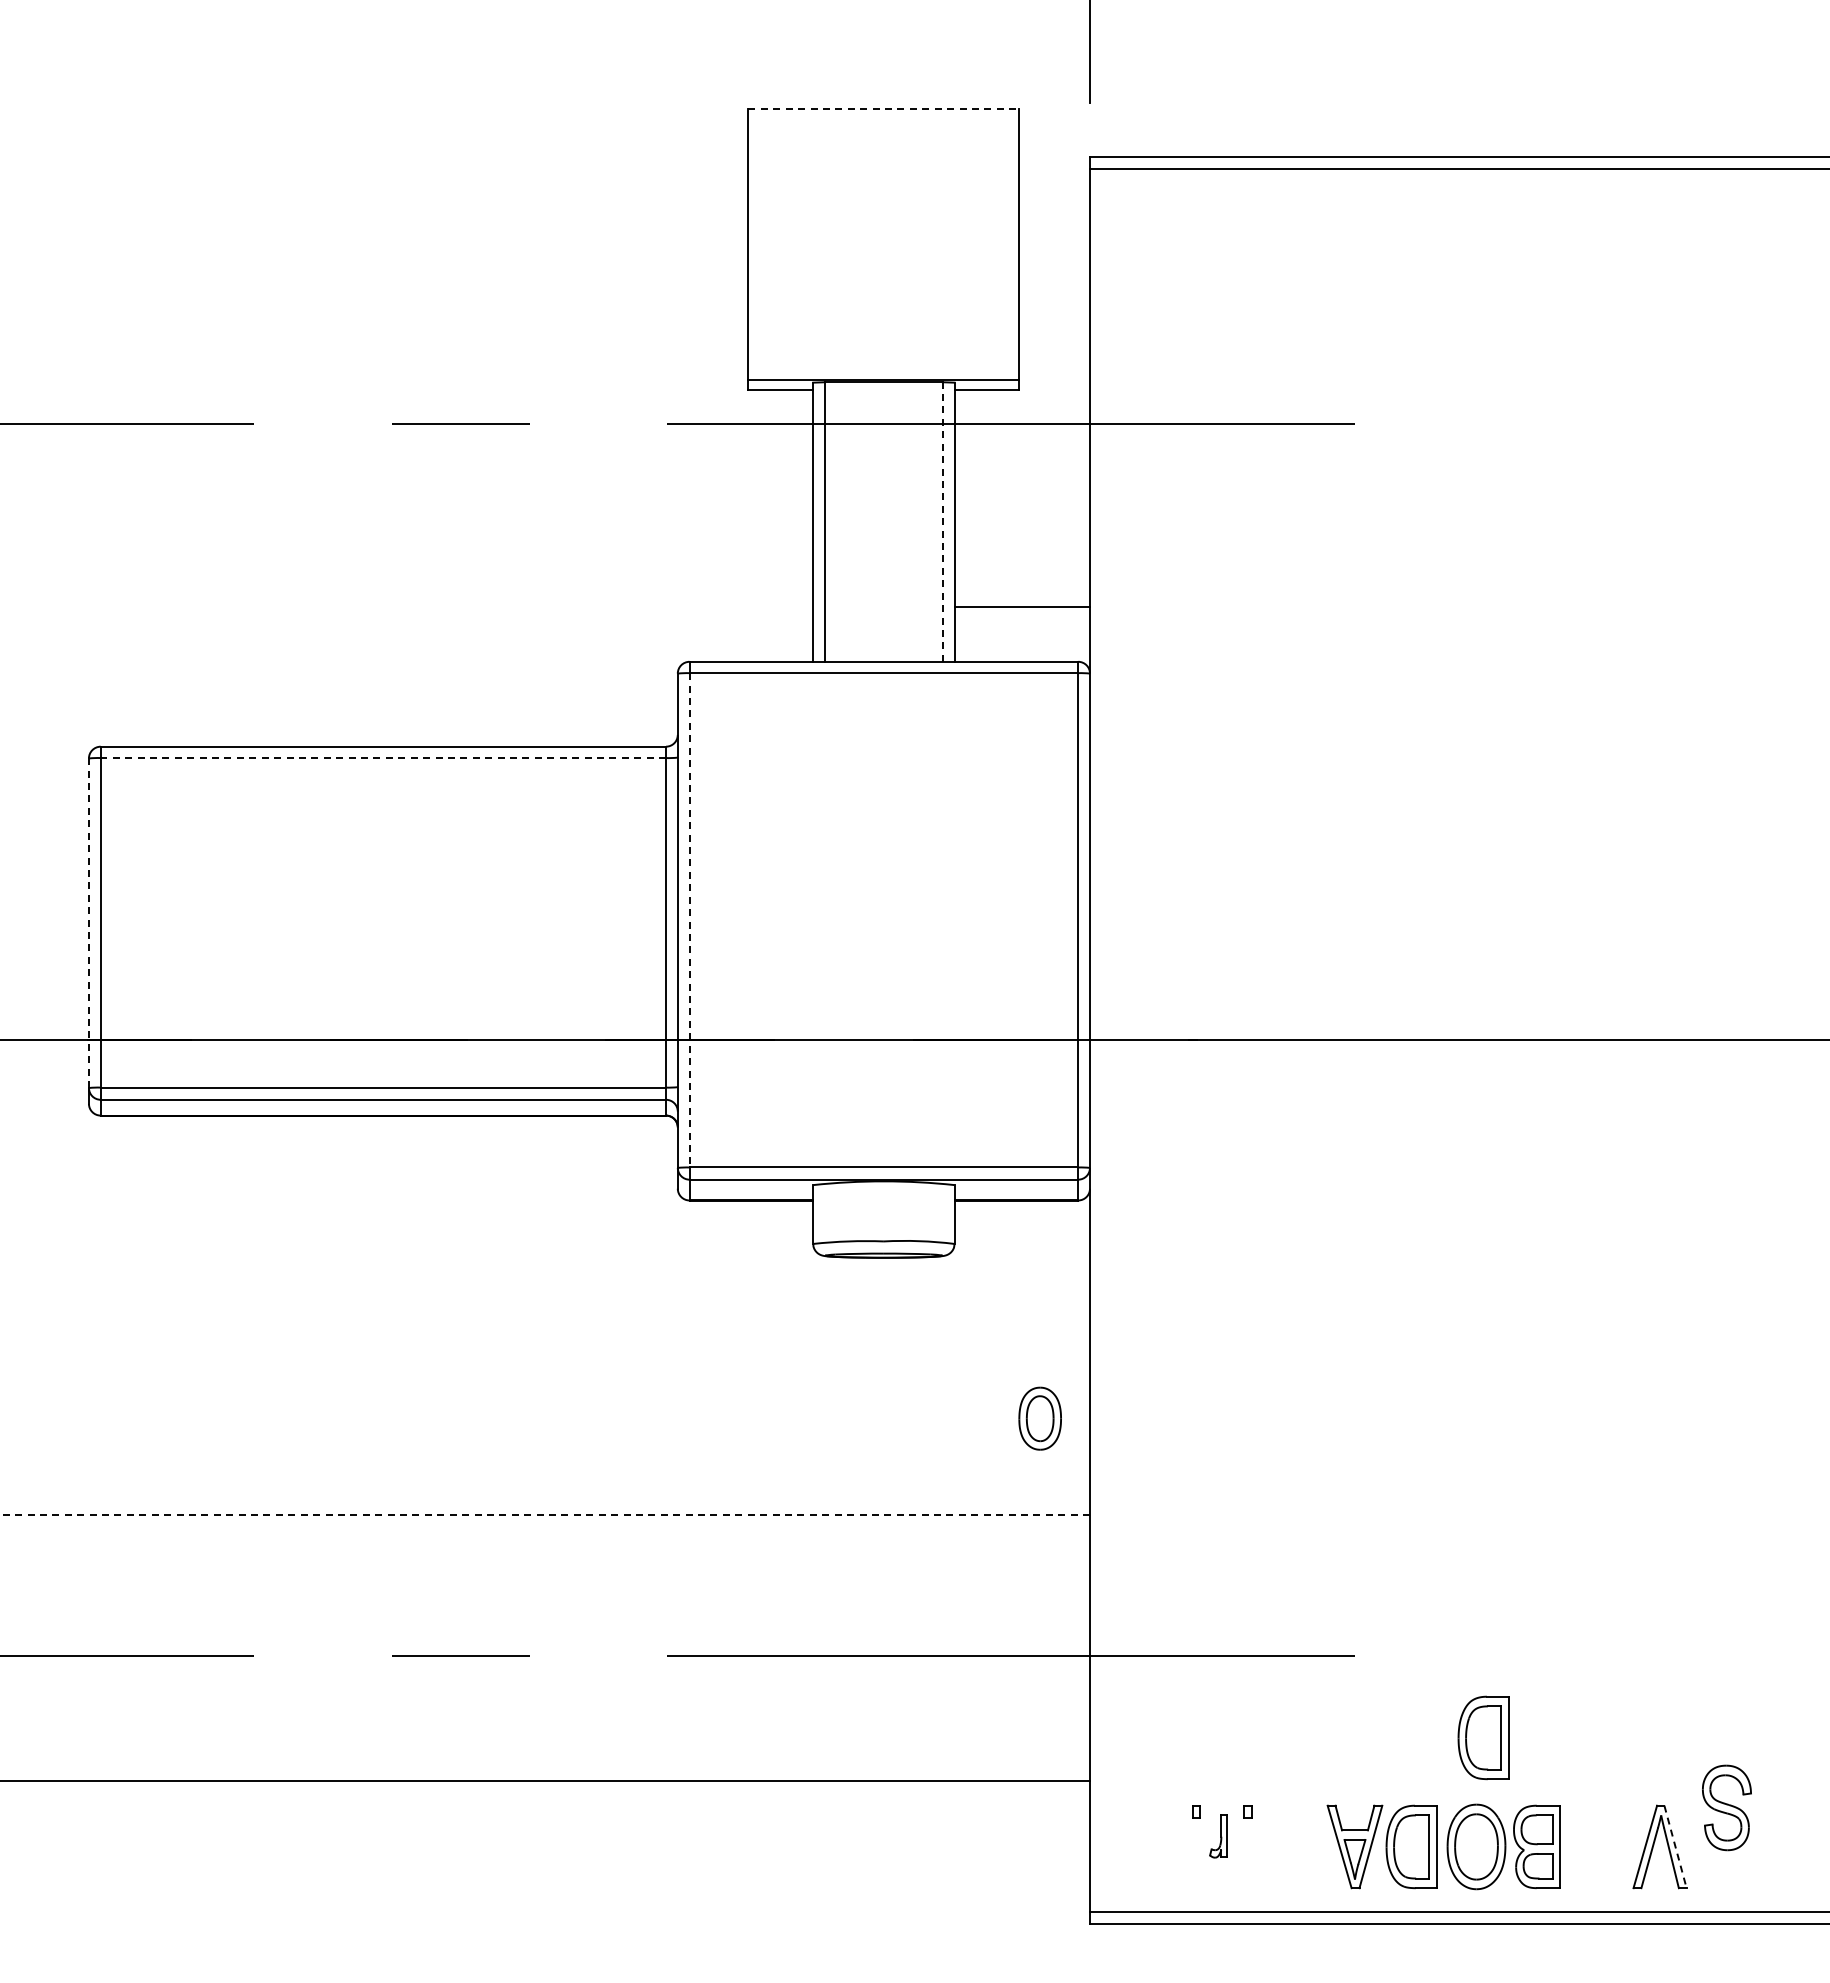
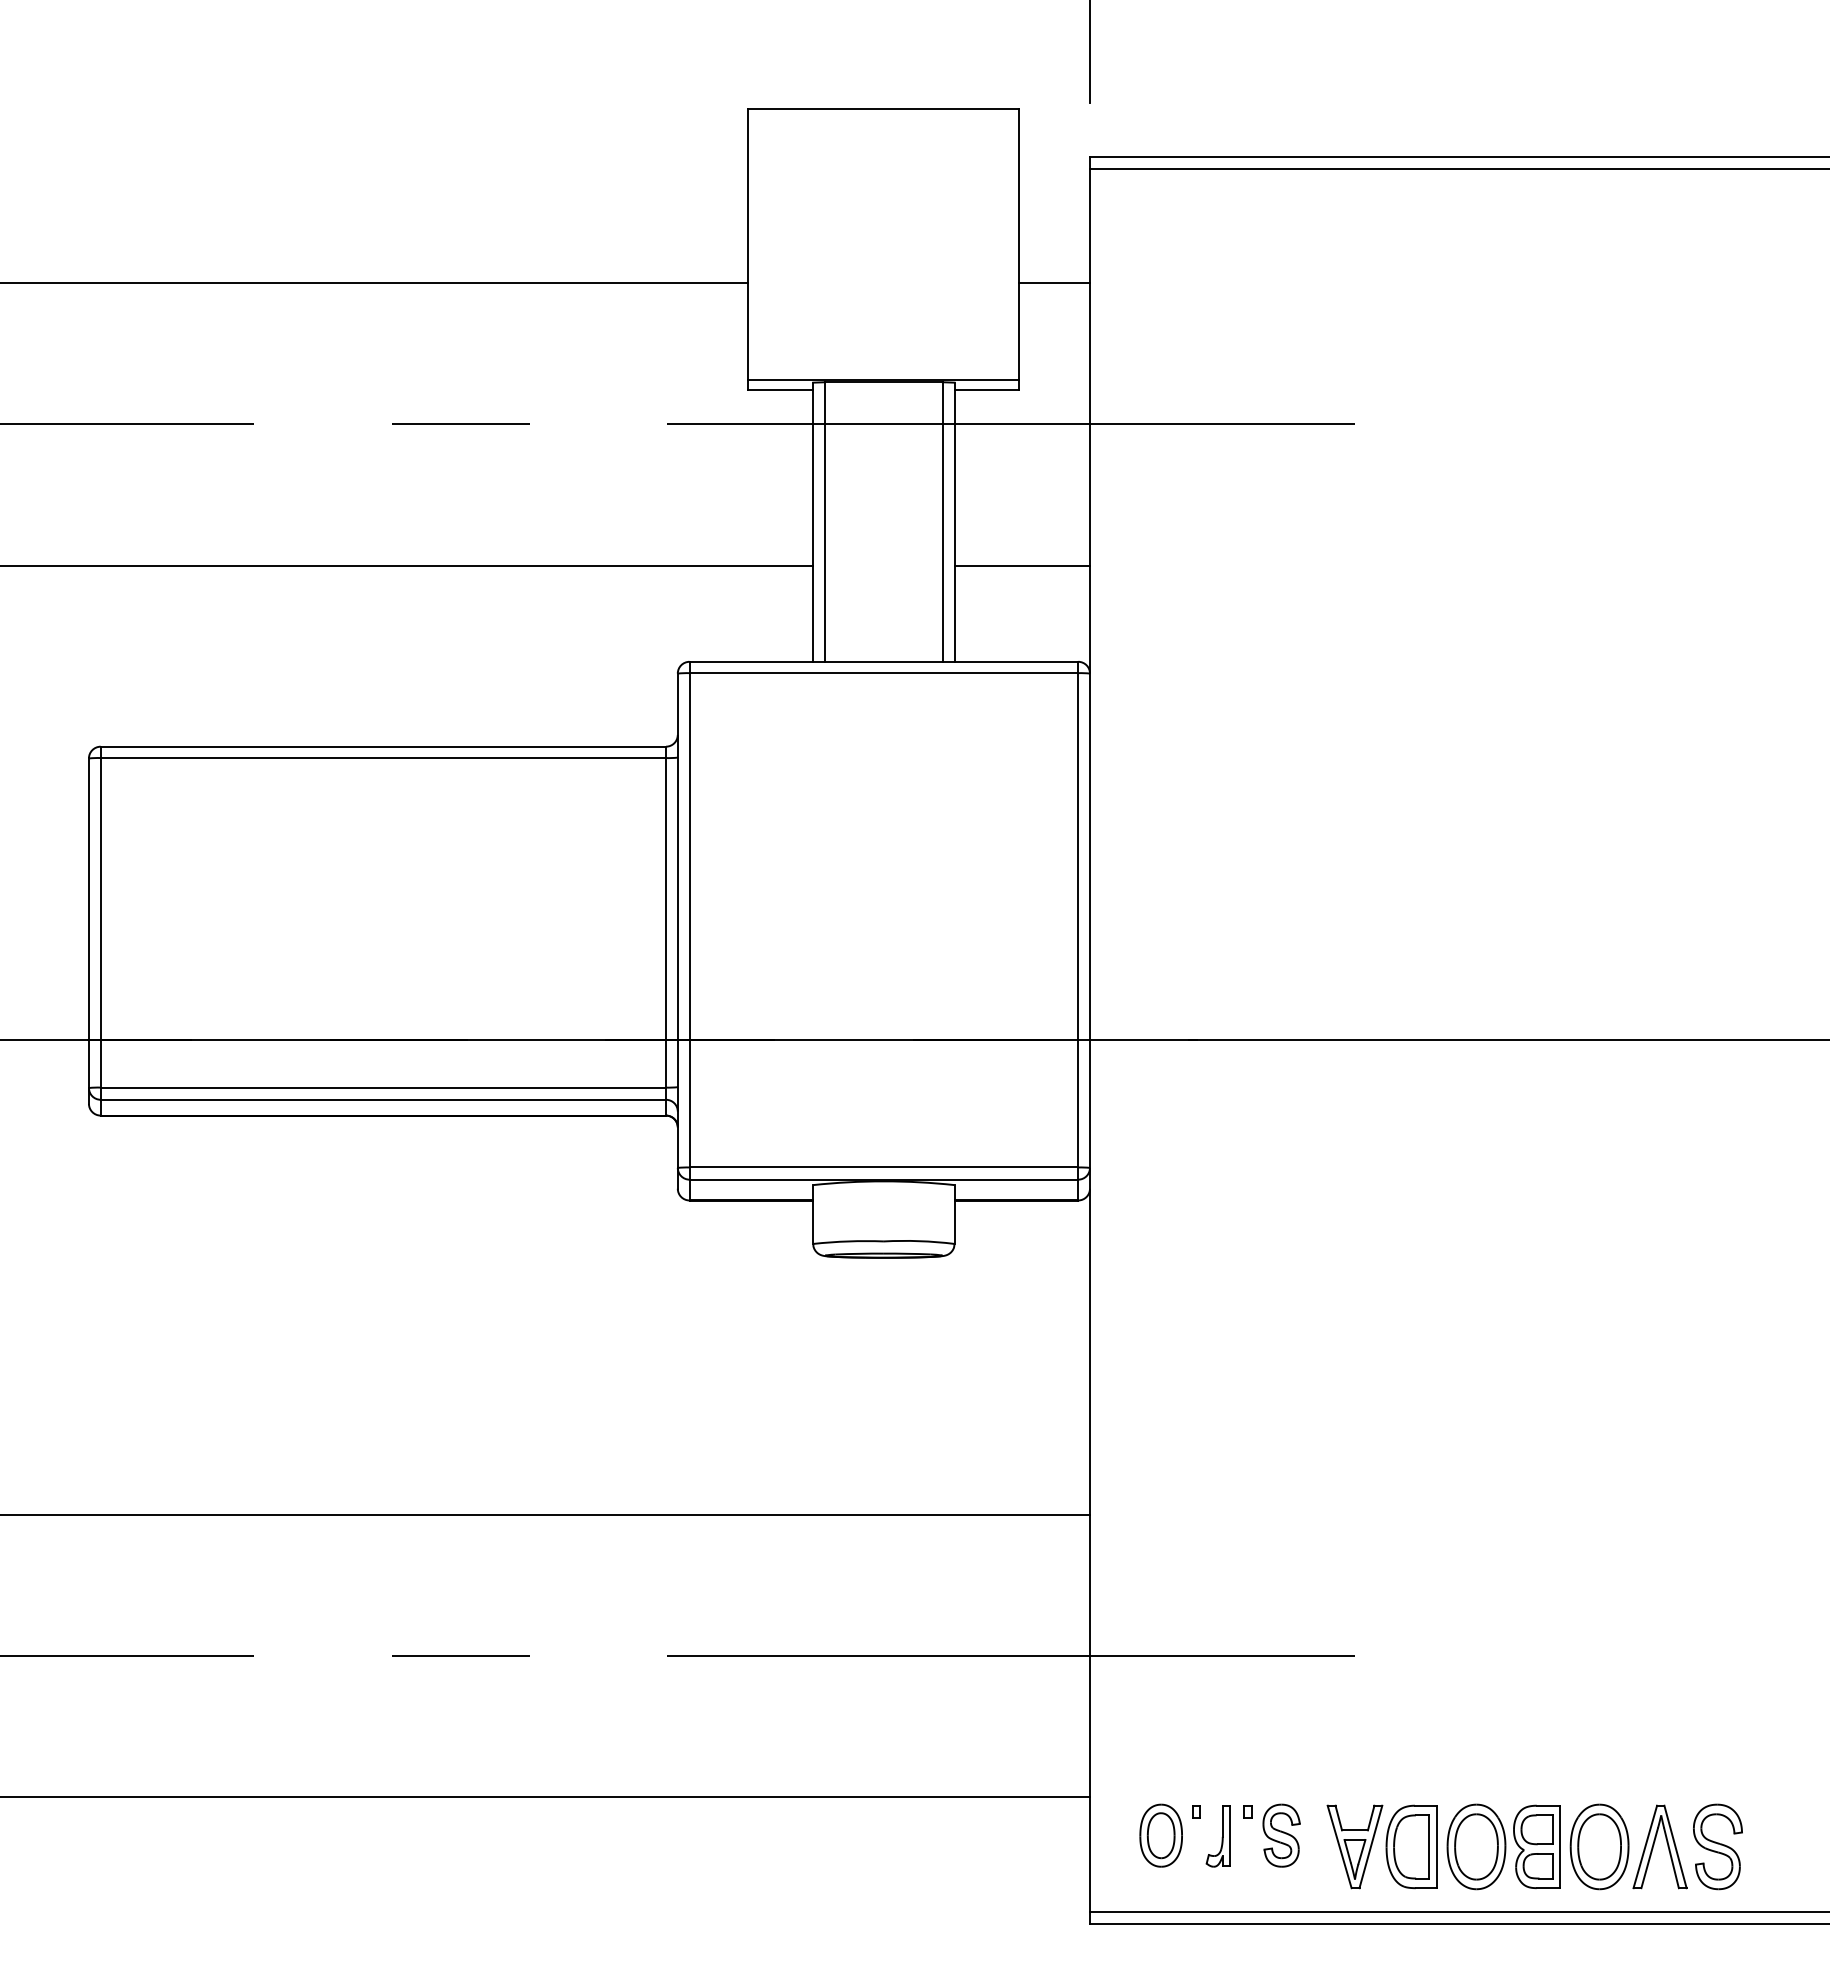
line at (884, 109): dashed -> solid
line at (375, 282): none -> present
line at (1054, 282): none -> present
line at (942, 522): dashed -> solid
line at (407, 565): none -> present
line at (1022, 606) position: (1022, 606) -> (1022, 565)
line at (383, 758): dashed -> solid
line at (689, 920): dashed -> solid
line at (88, 923): dashed -> solid
part at (1039, 1418) position: (1039, 1418) -> (1160, 1835)
line at (544, 1514): dashed -> solid
part at (1483, 1737): present -> none
line at (546, 1781) position: (546, 1781) -> (546, 1797)
part at (1726, 1807) position: (1726, 1807) -> (1717, 1846)
part at (1281, 1835): none -> present
part at (1218, 1836) size: 19x45 px -> 26x63 px
part at (1599, 1846): none -> present
line at (1675, 1846): dashed -> solid
